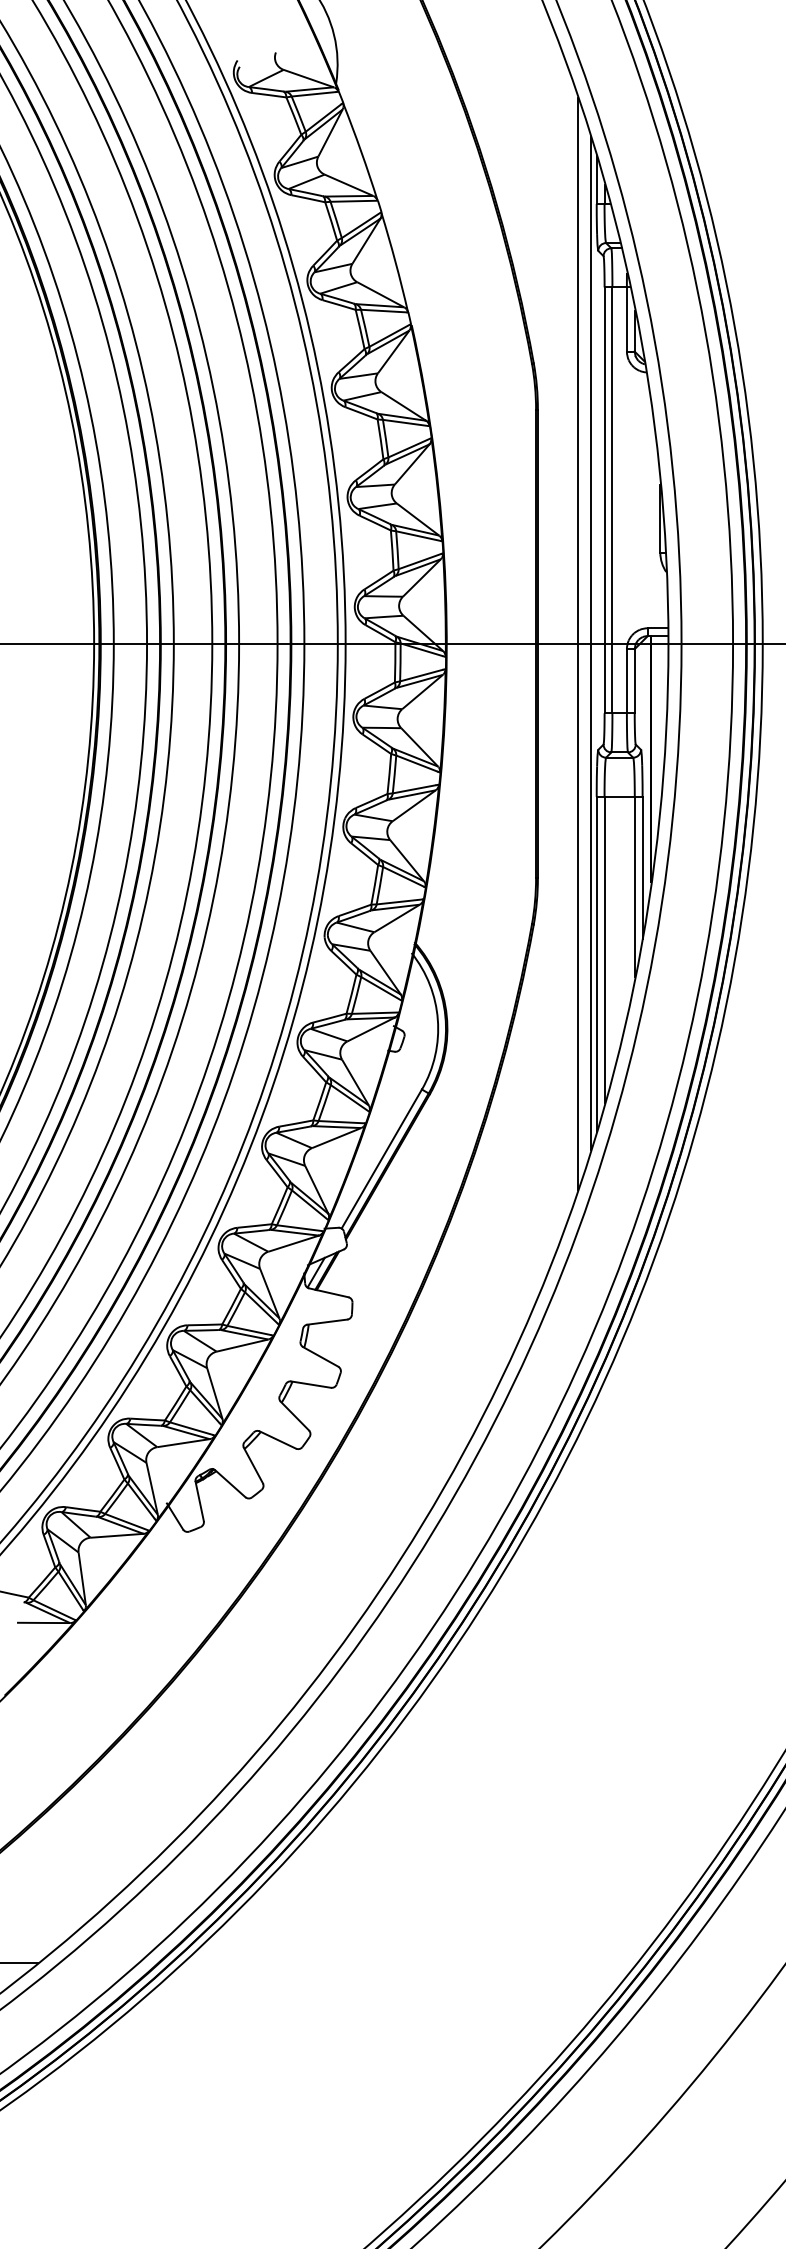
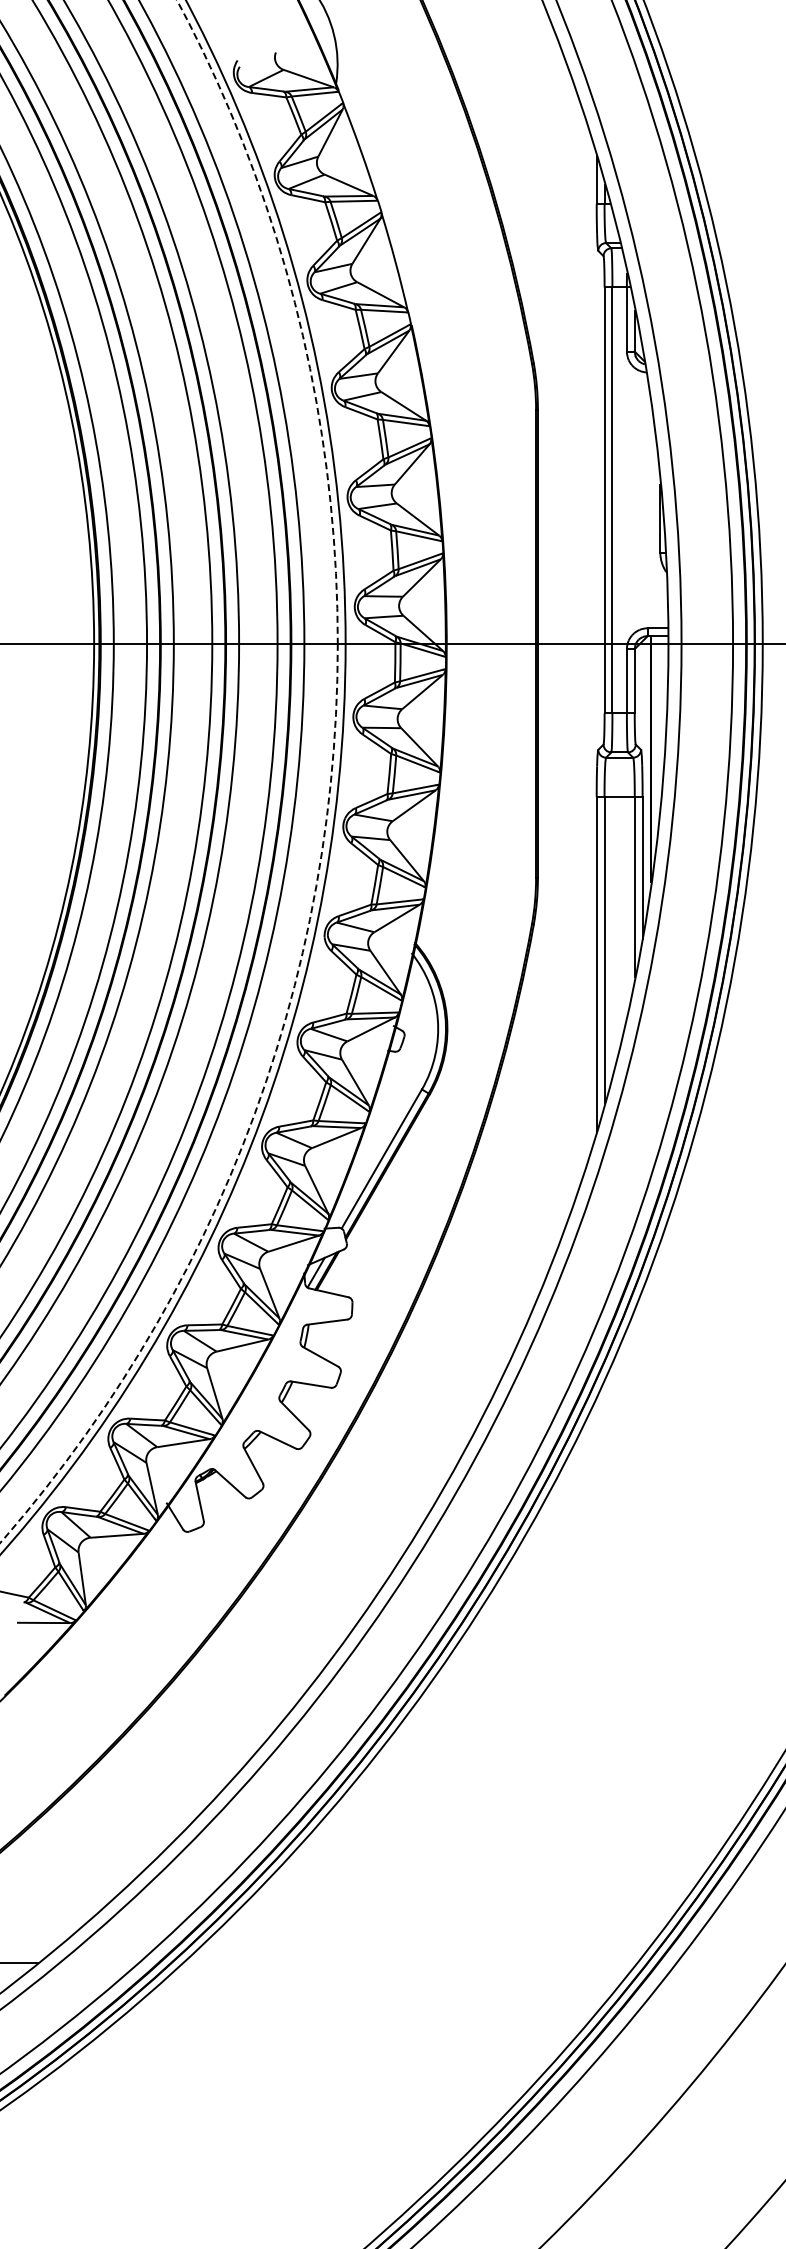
line at (577, 643): present -> none
line at (590, 643): present -> none
circle at (168, 771): solid -> dashed
